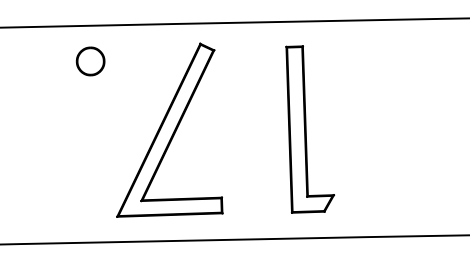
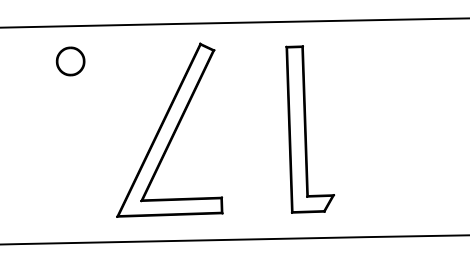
part at (90, 61) position: (90, 61) -> (70, 61)
